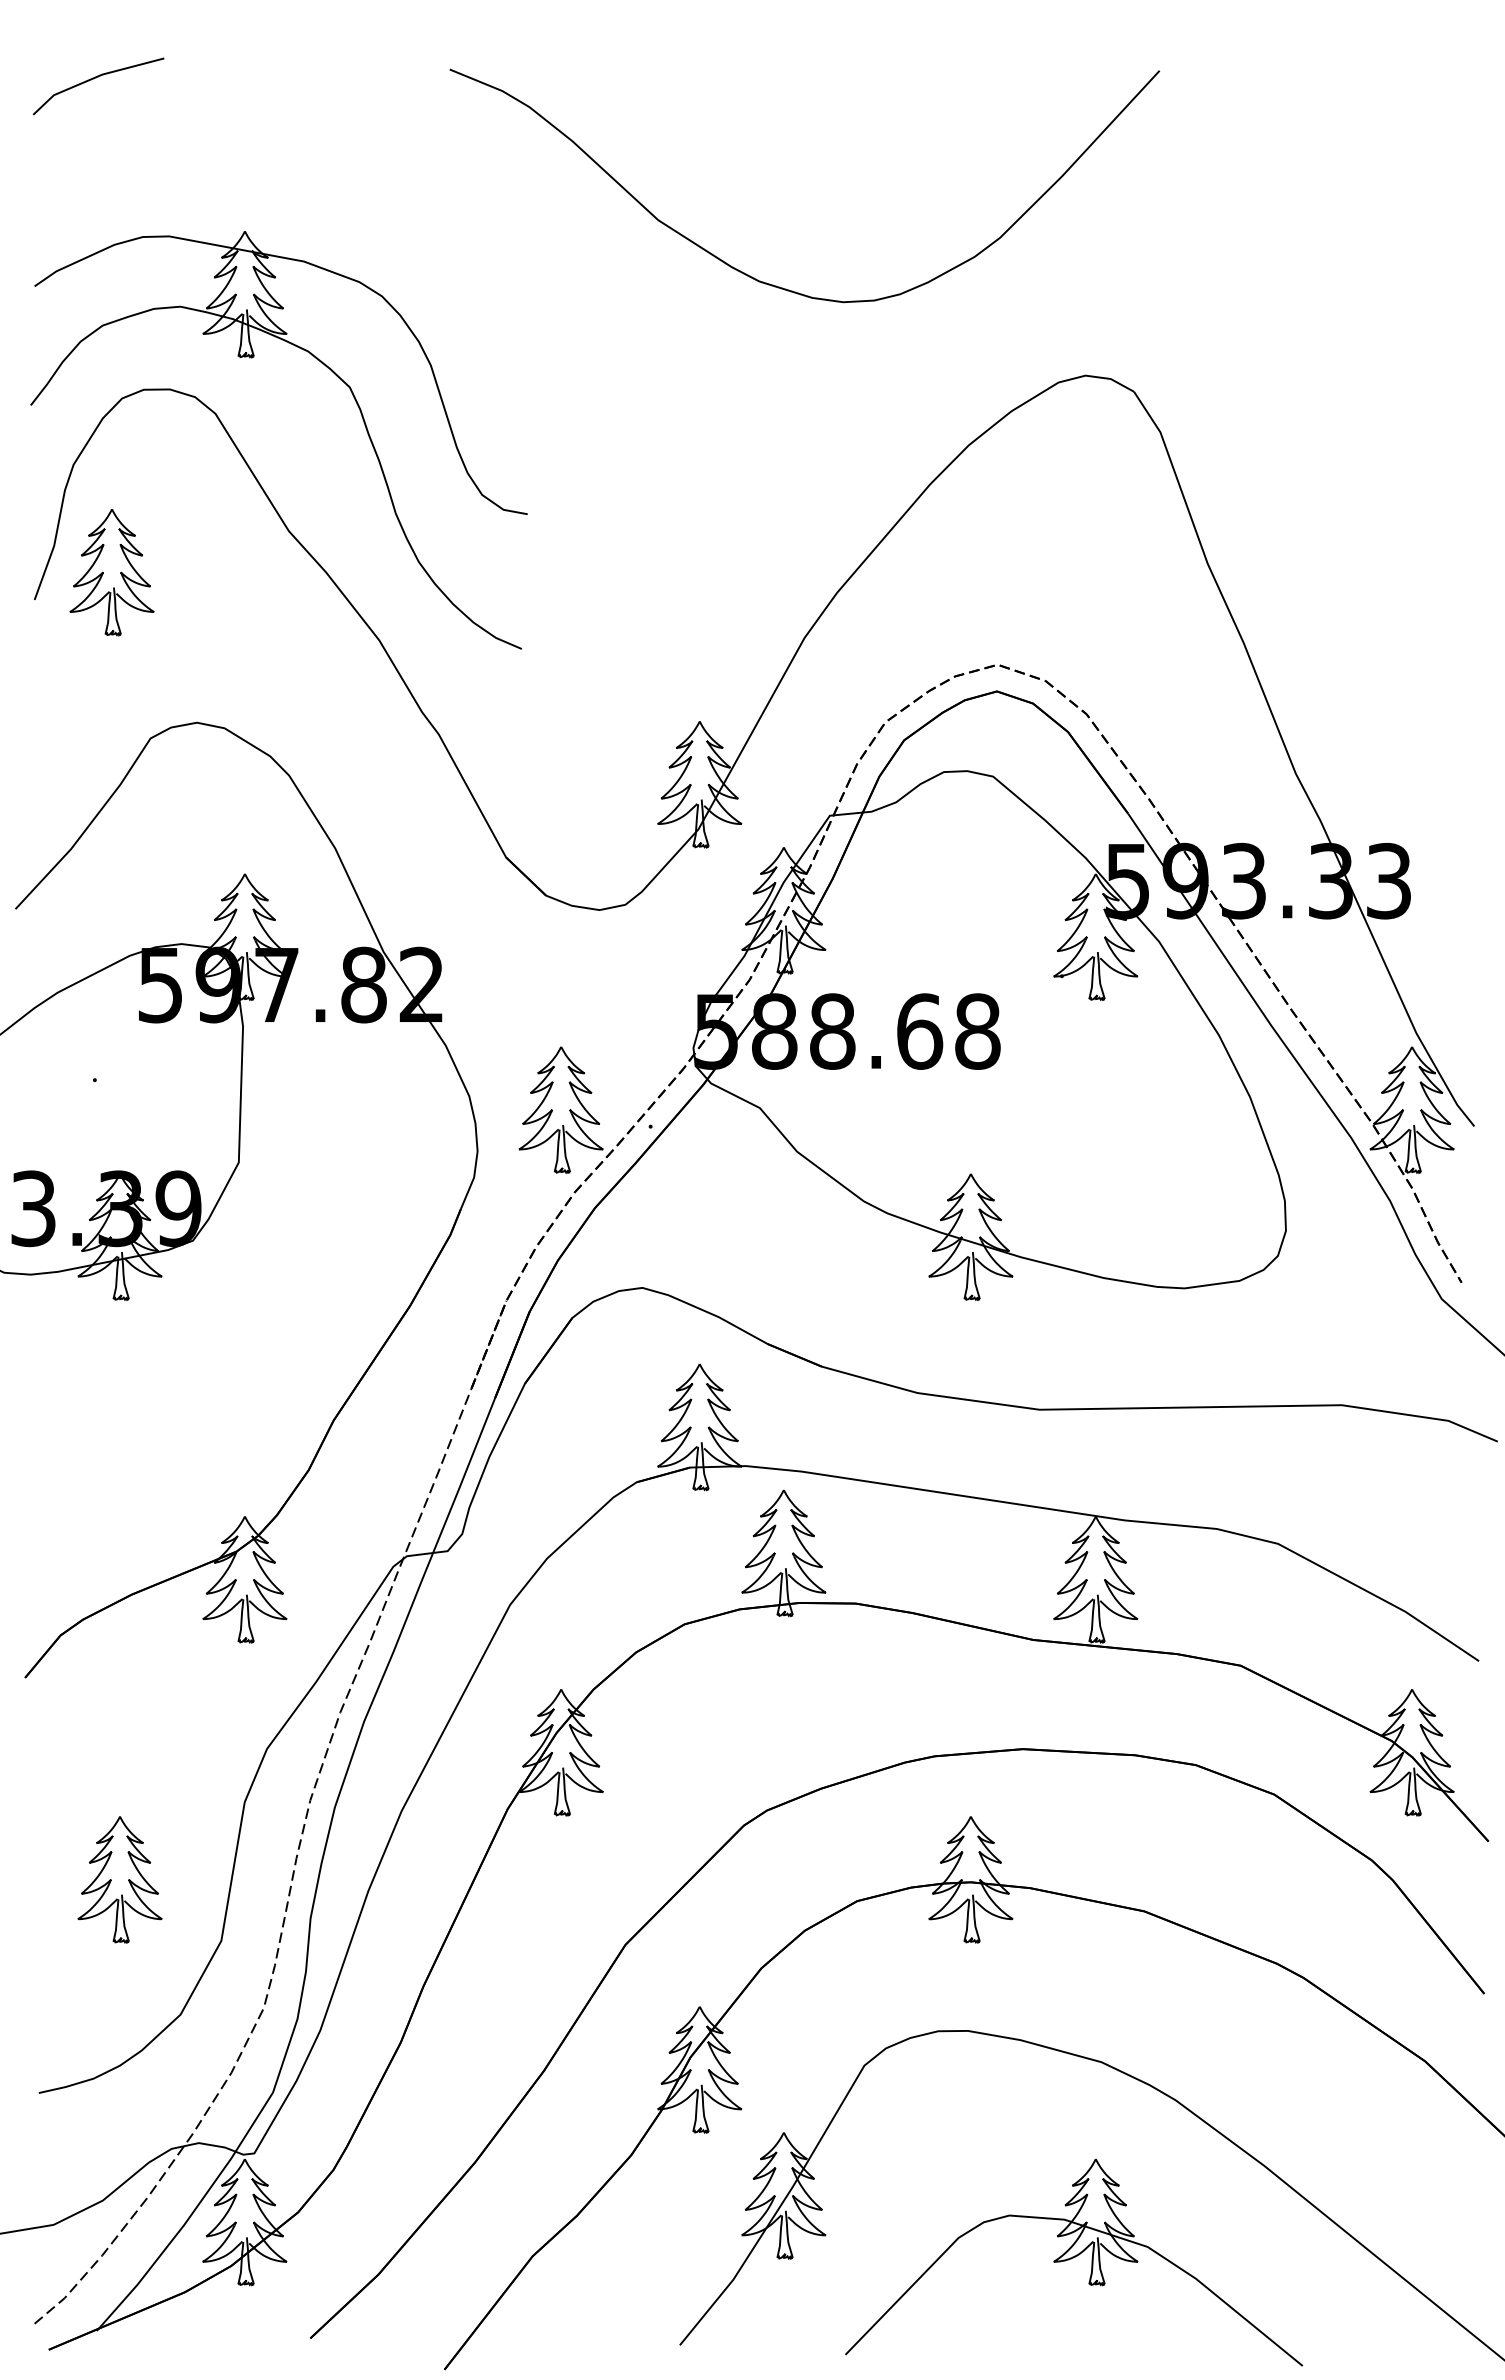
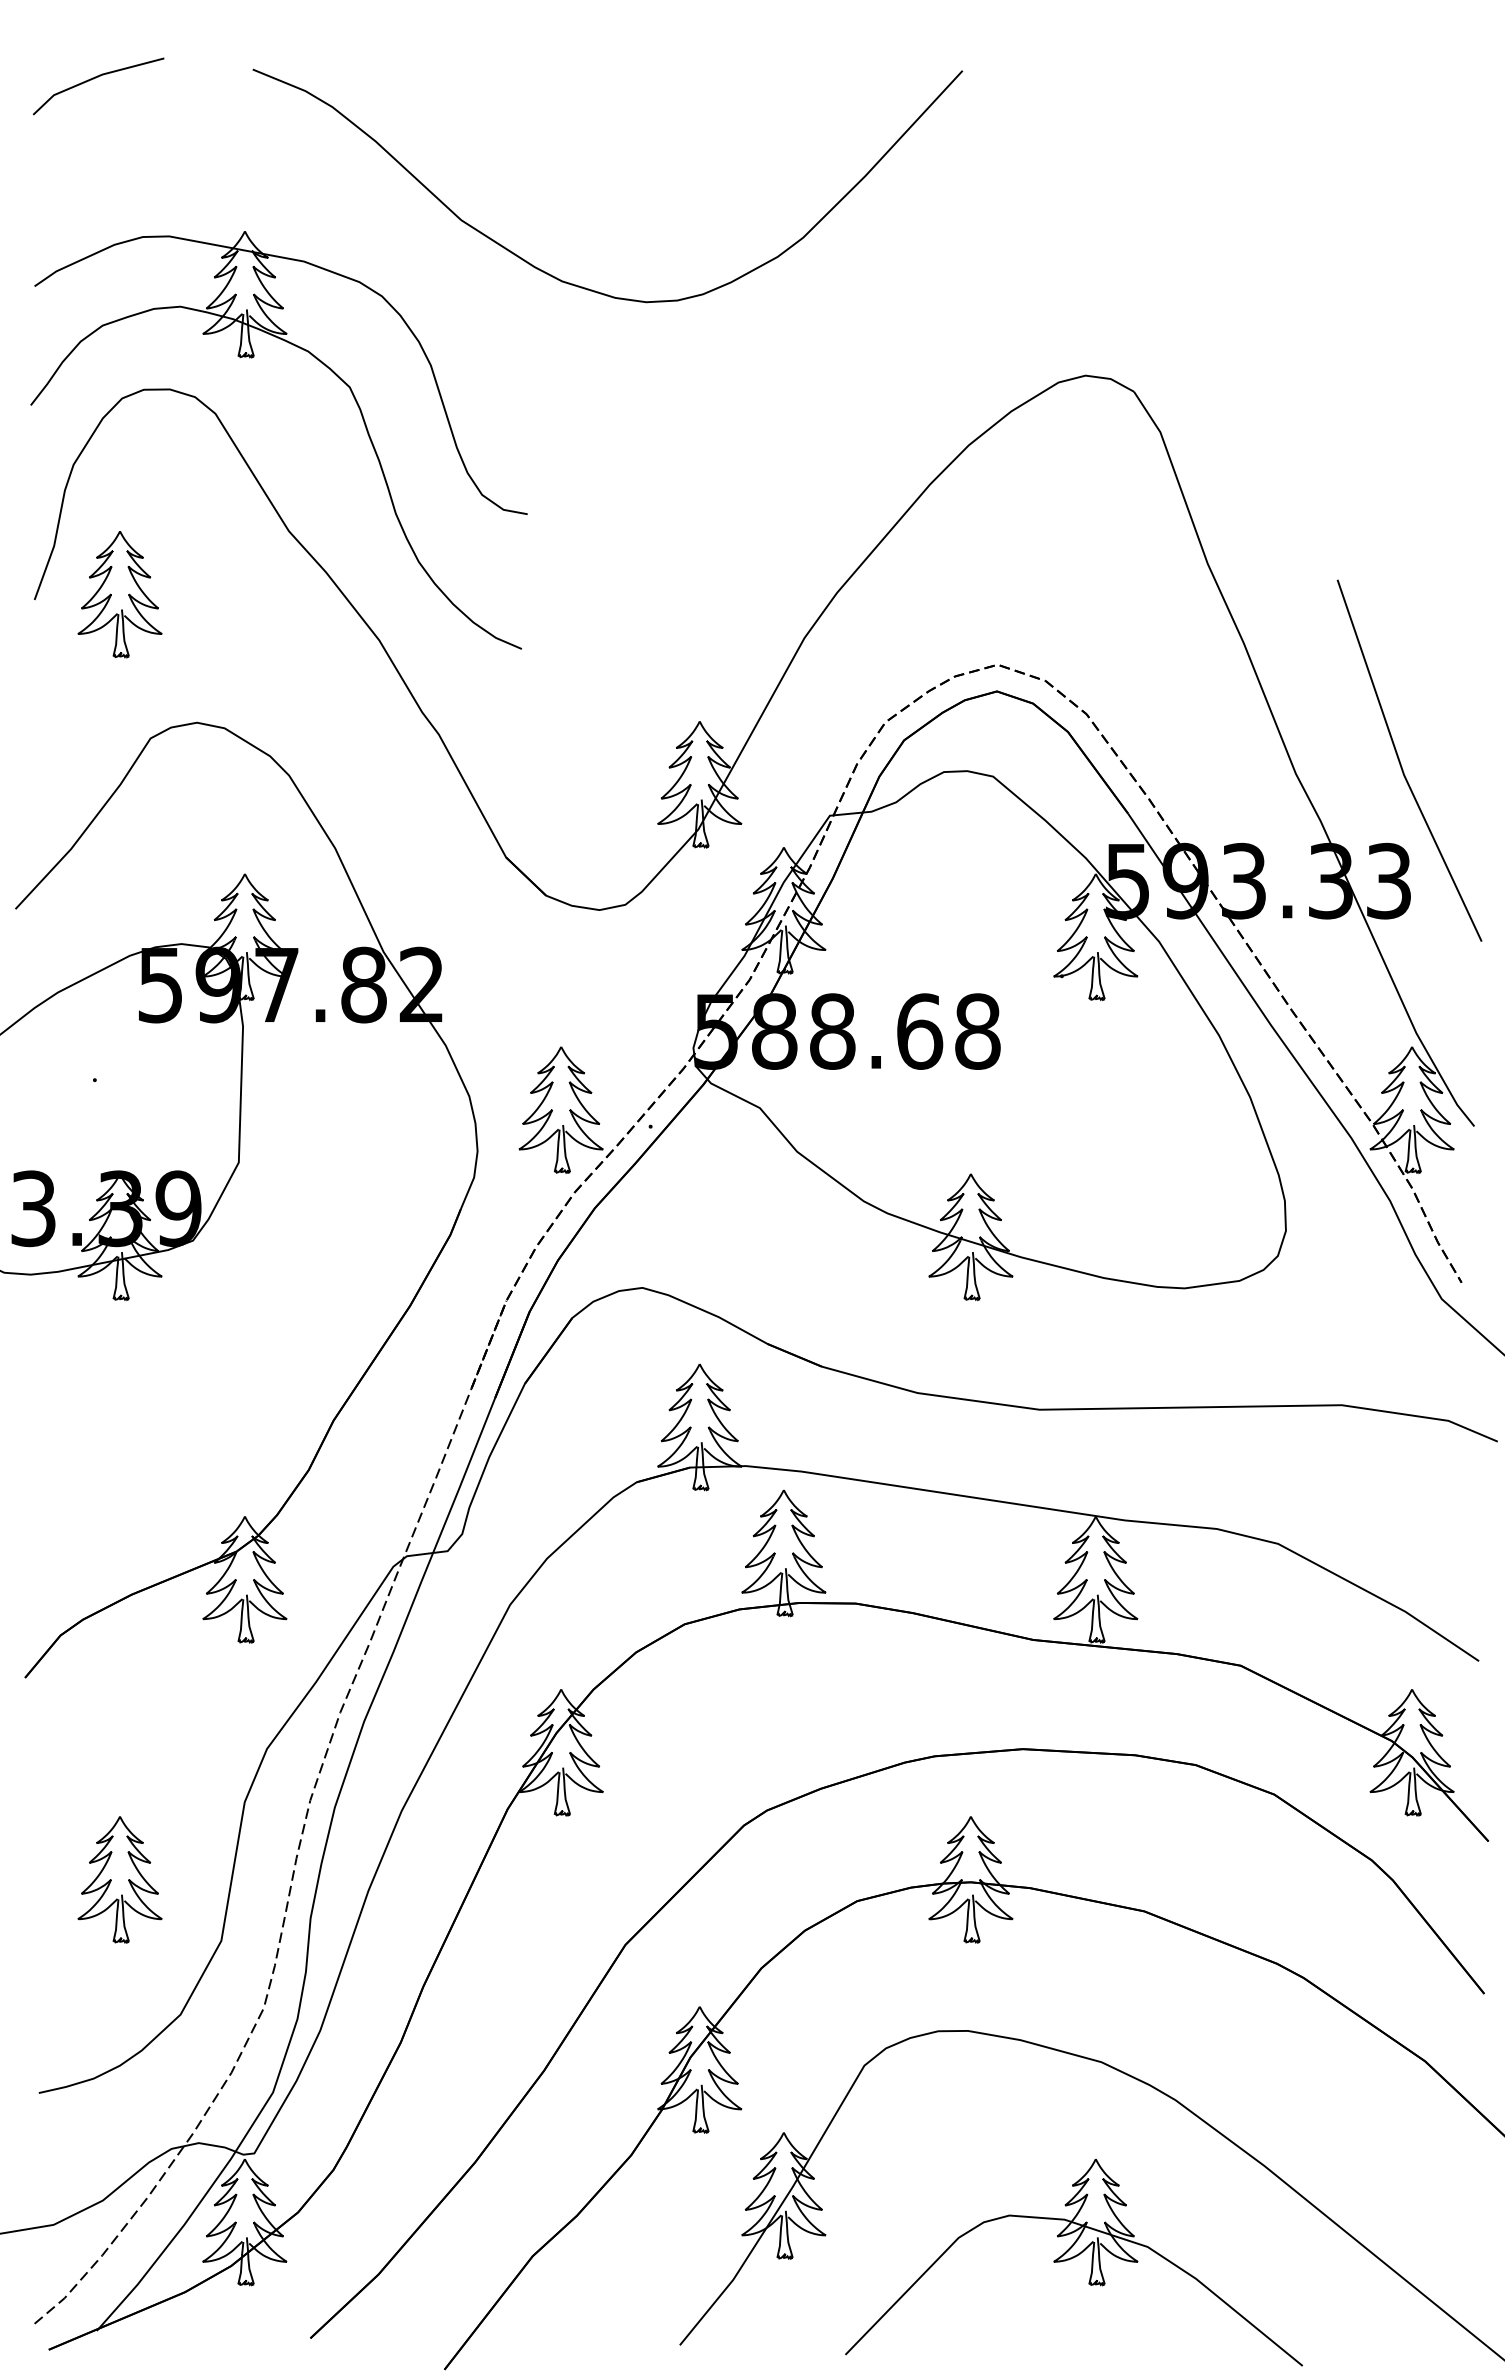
curve at (773, 284) position: (773, 284) -> (576, 284)
part at (111, 572) position: (111, 572) -> (119, 594)
line at (1401, 763): none -> present
